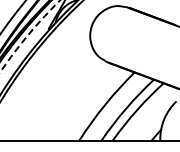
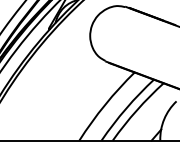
arc at (28, 35): dashed -> solid
